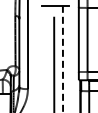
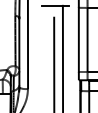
line at (62, 59): dashed -> solid
